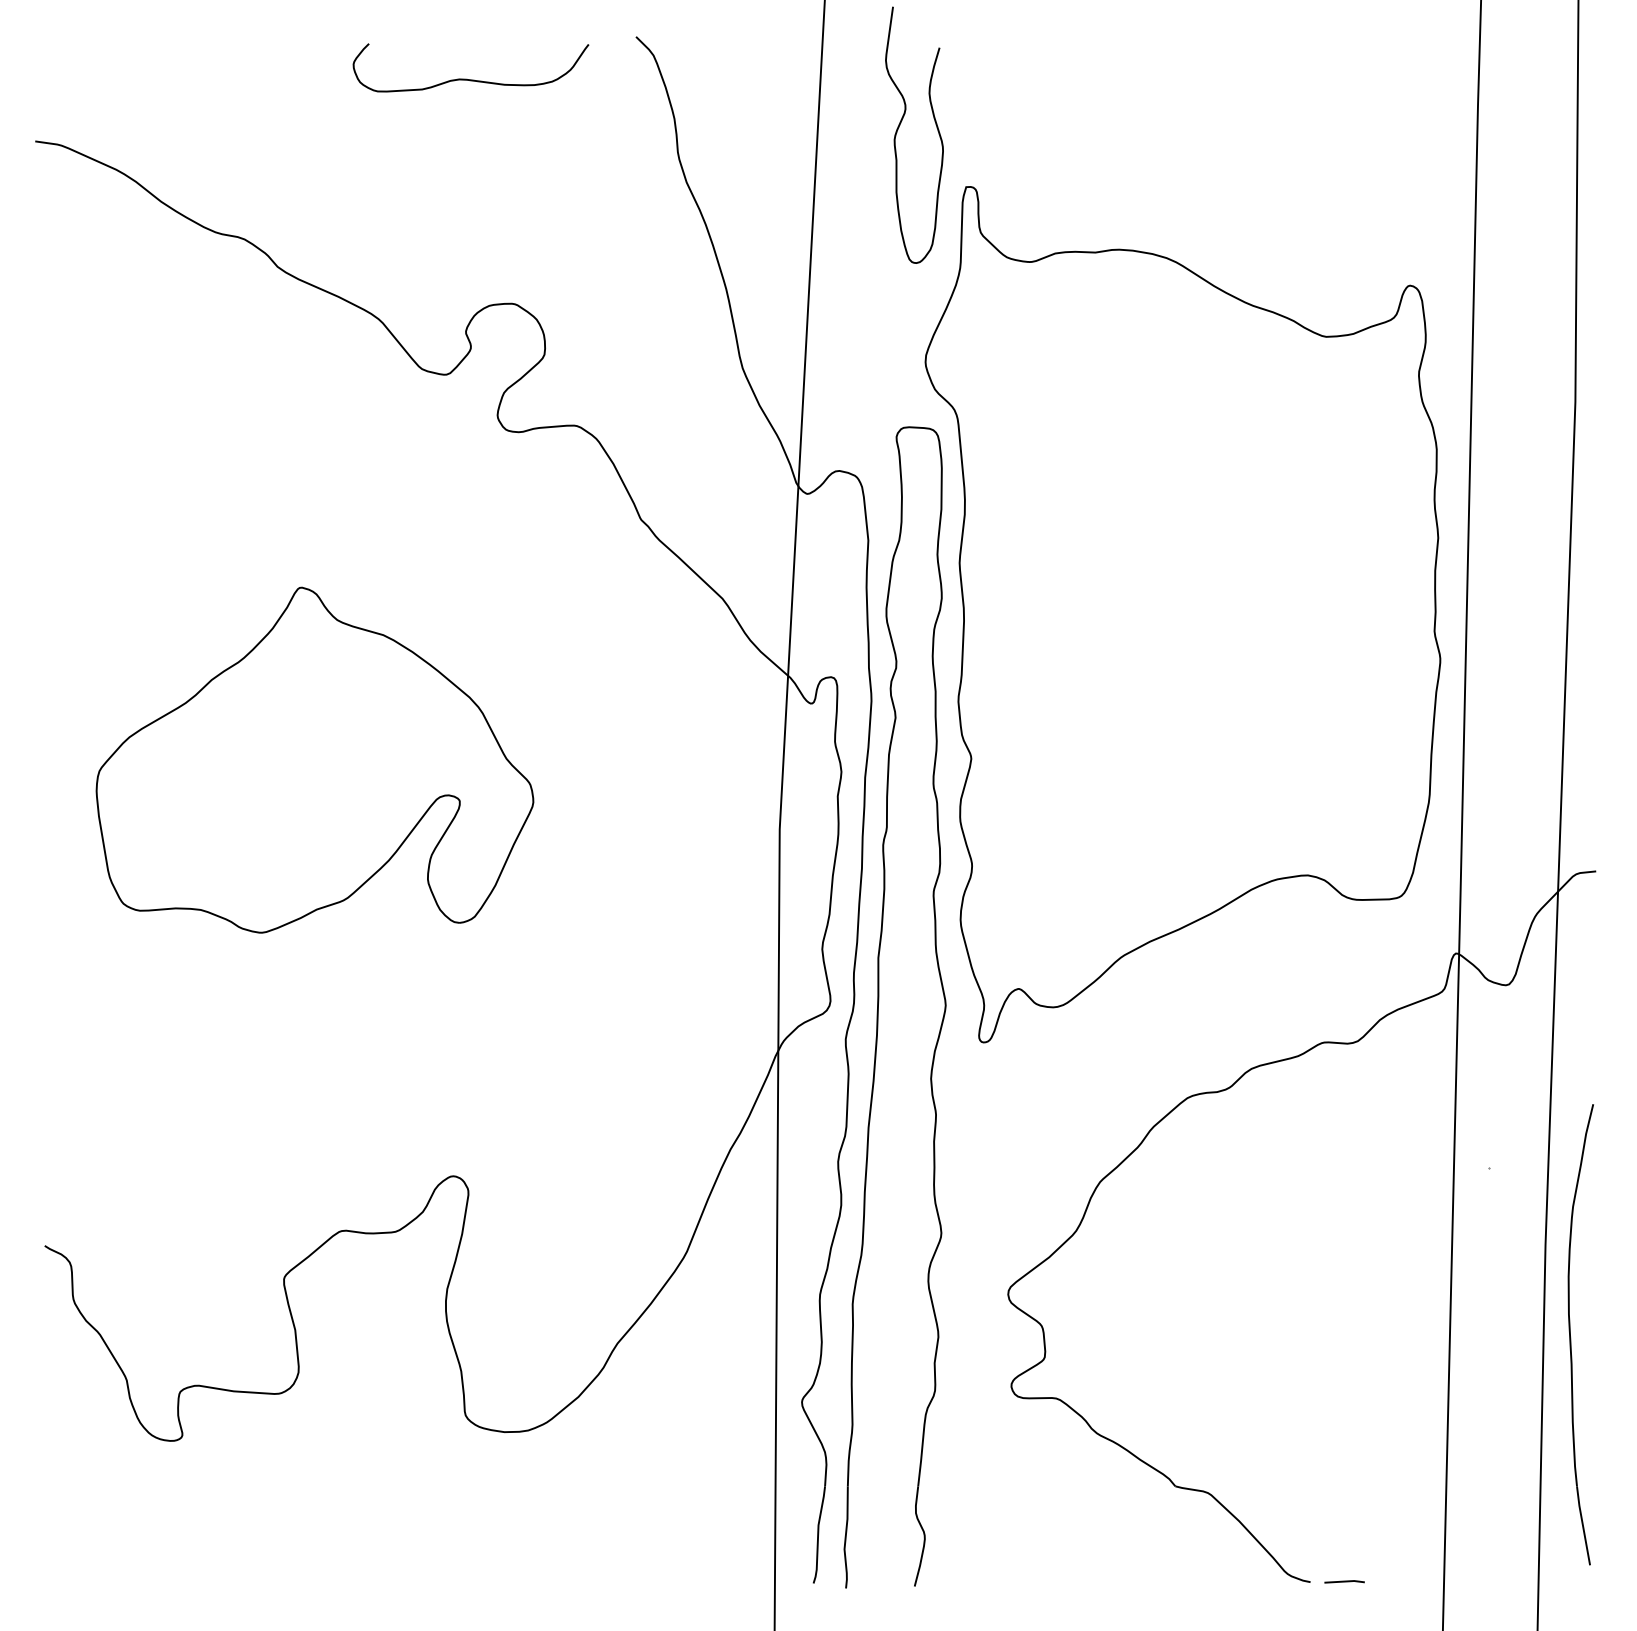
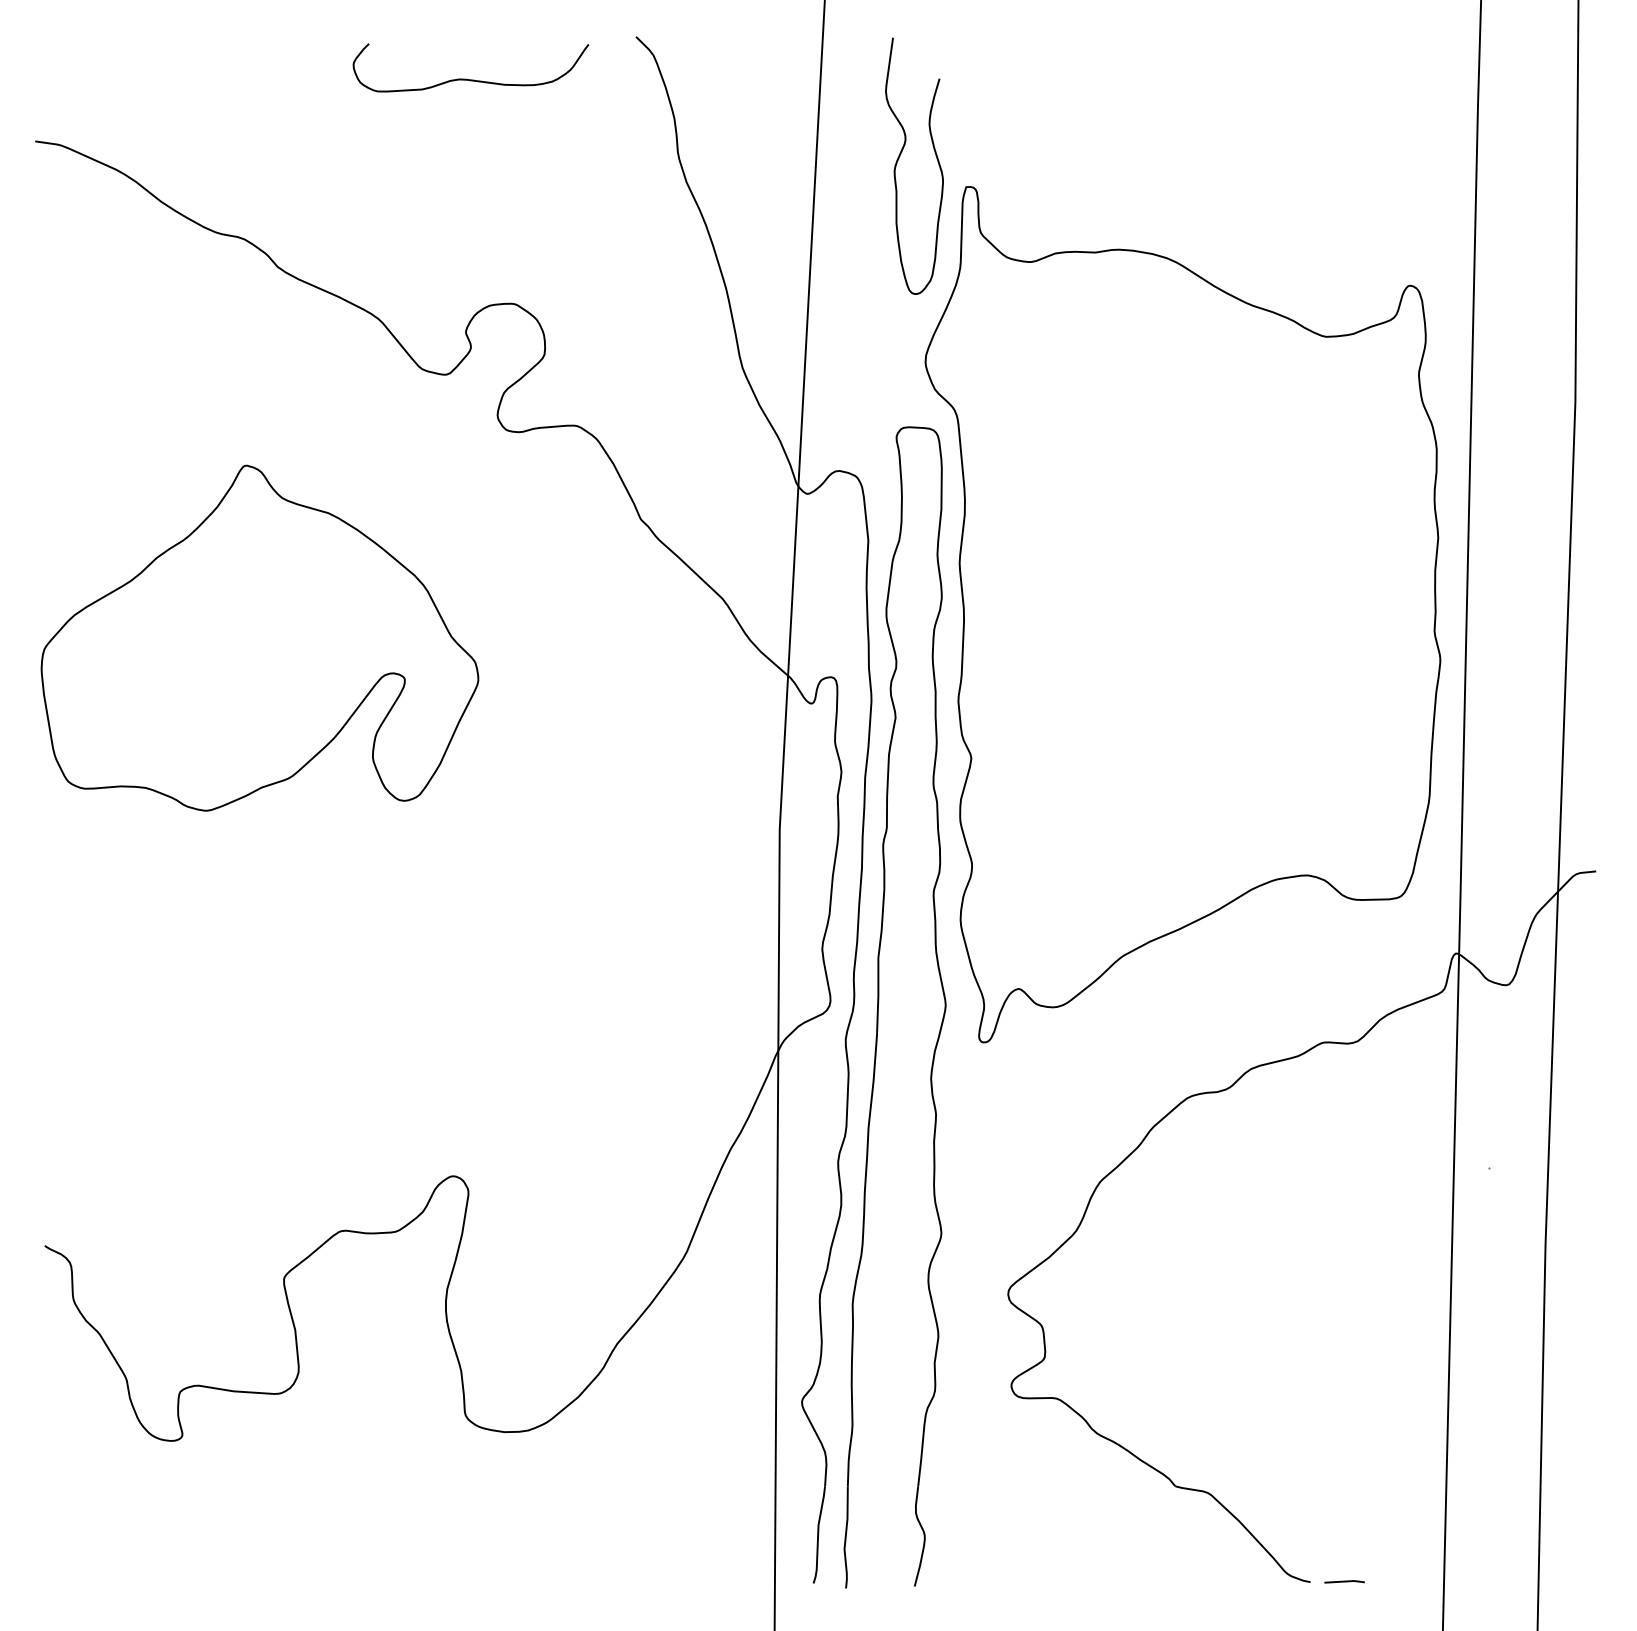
curve at (899, 127) position: (899, 127) -> (899, 158)
part at (314, 759) position: (314, 759) -> (259, 637)
part at (1571, 1337): present -> none
